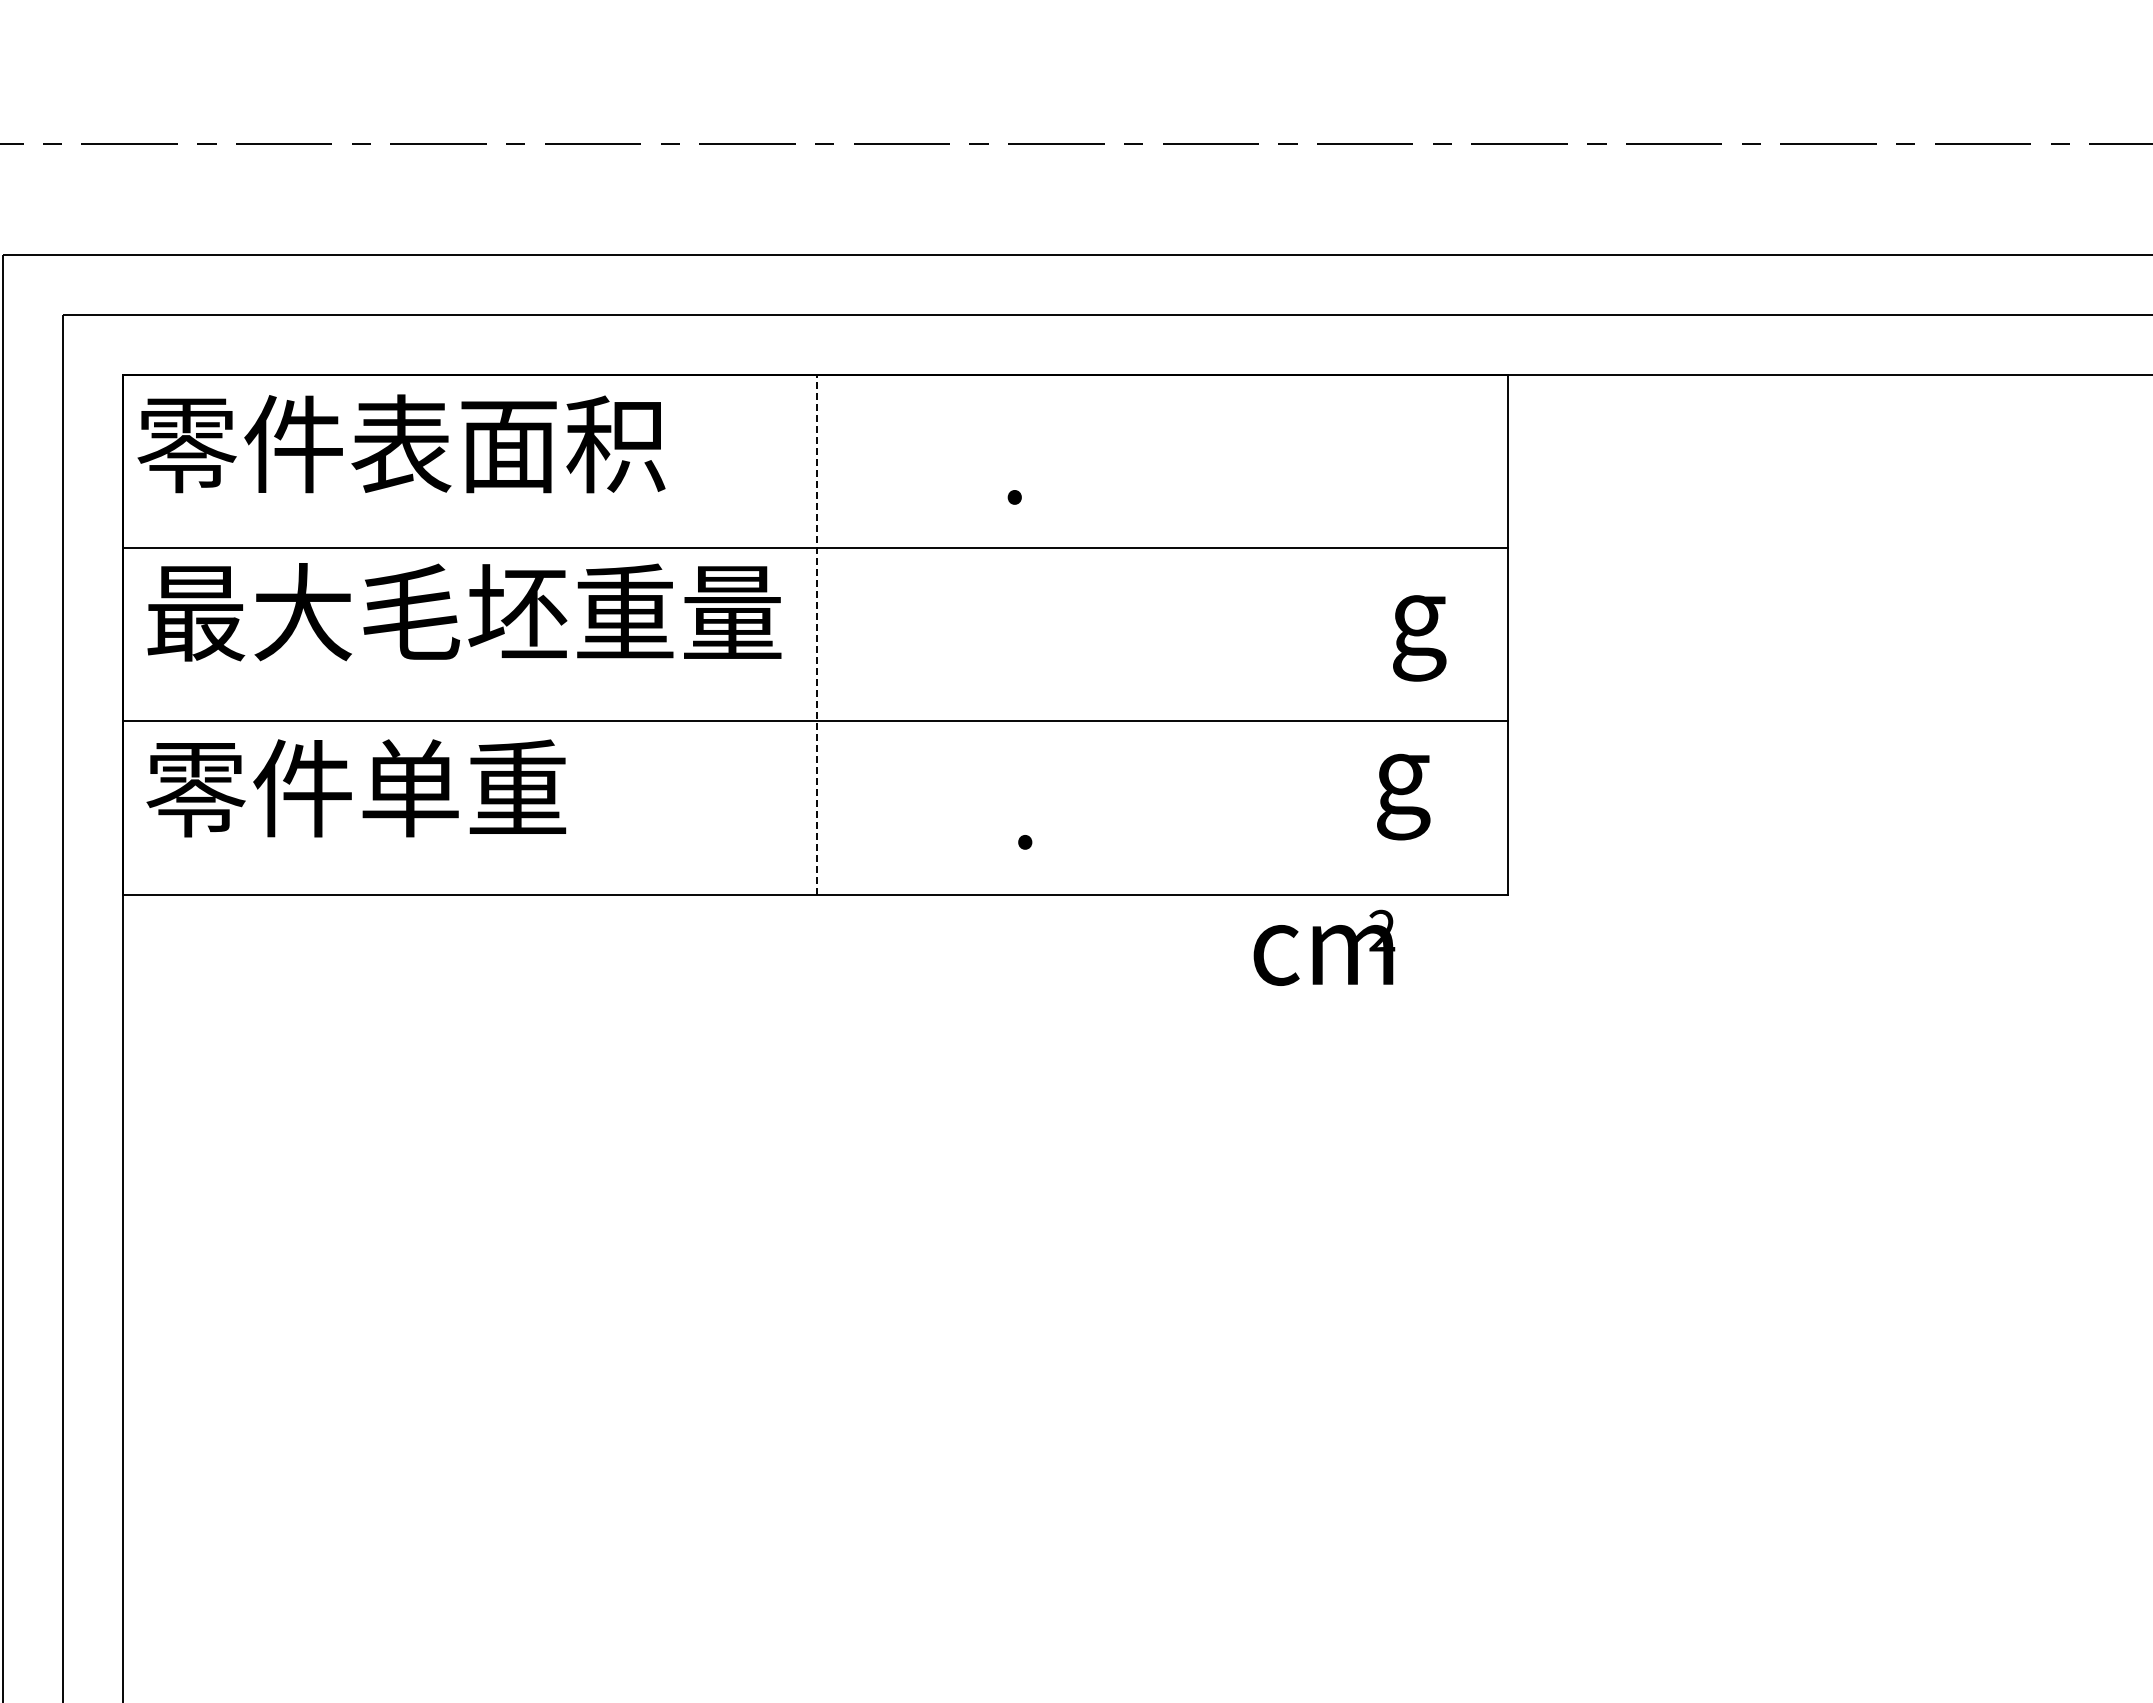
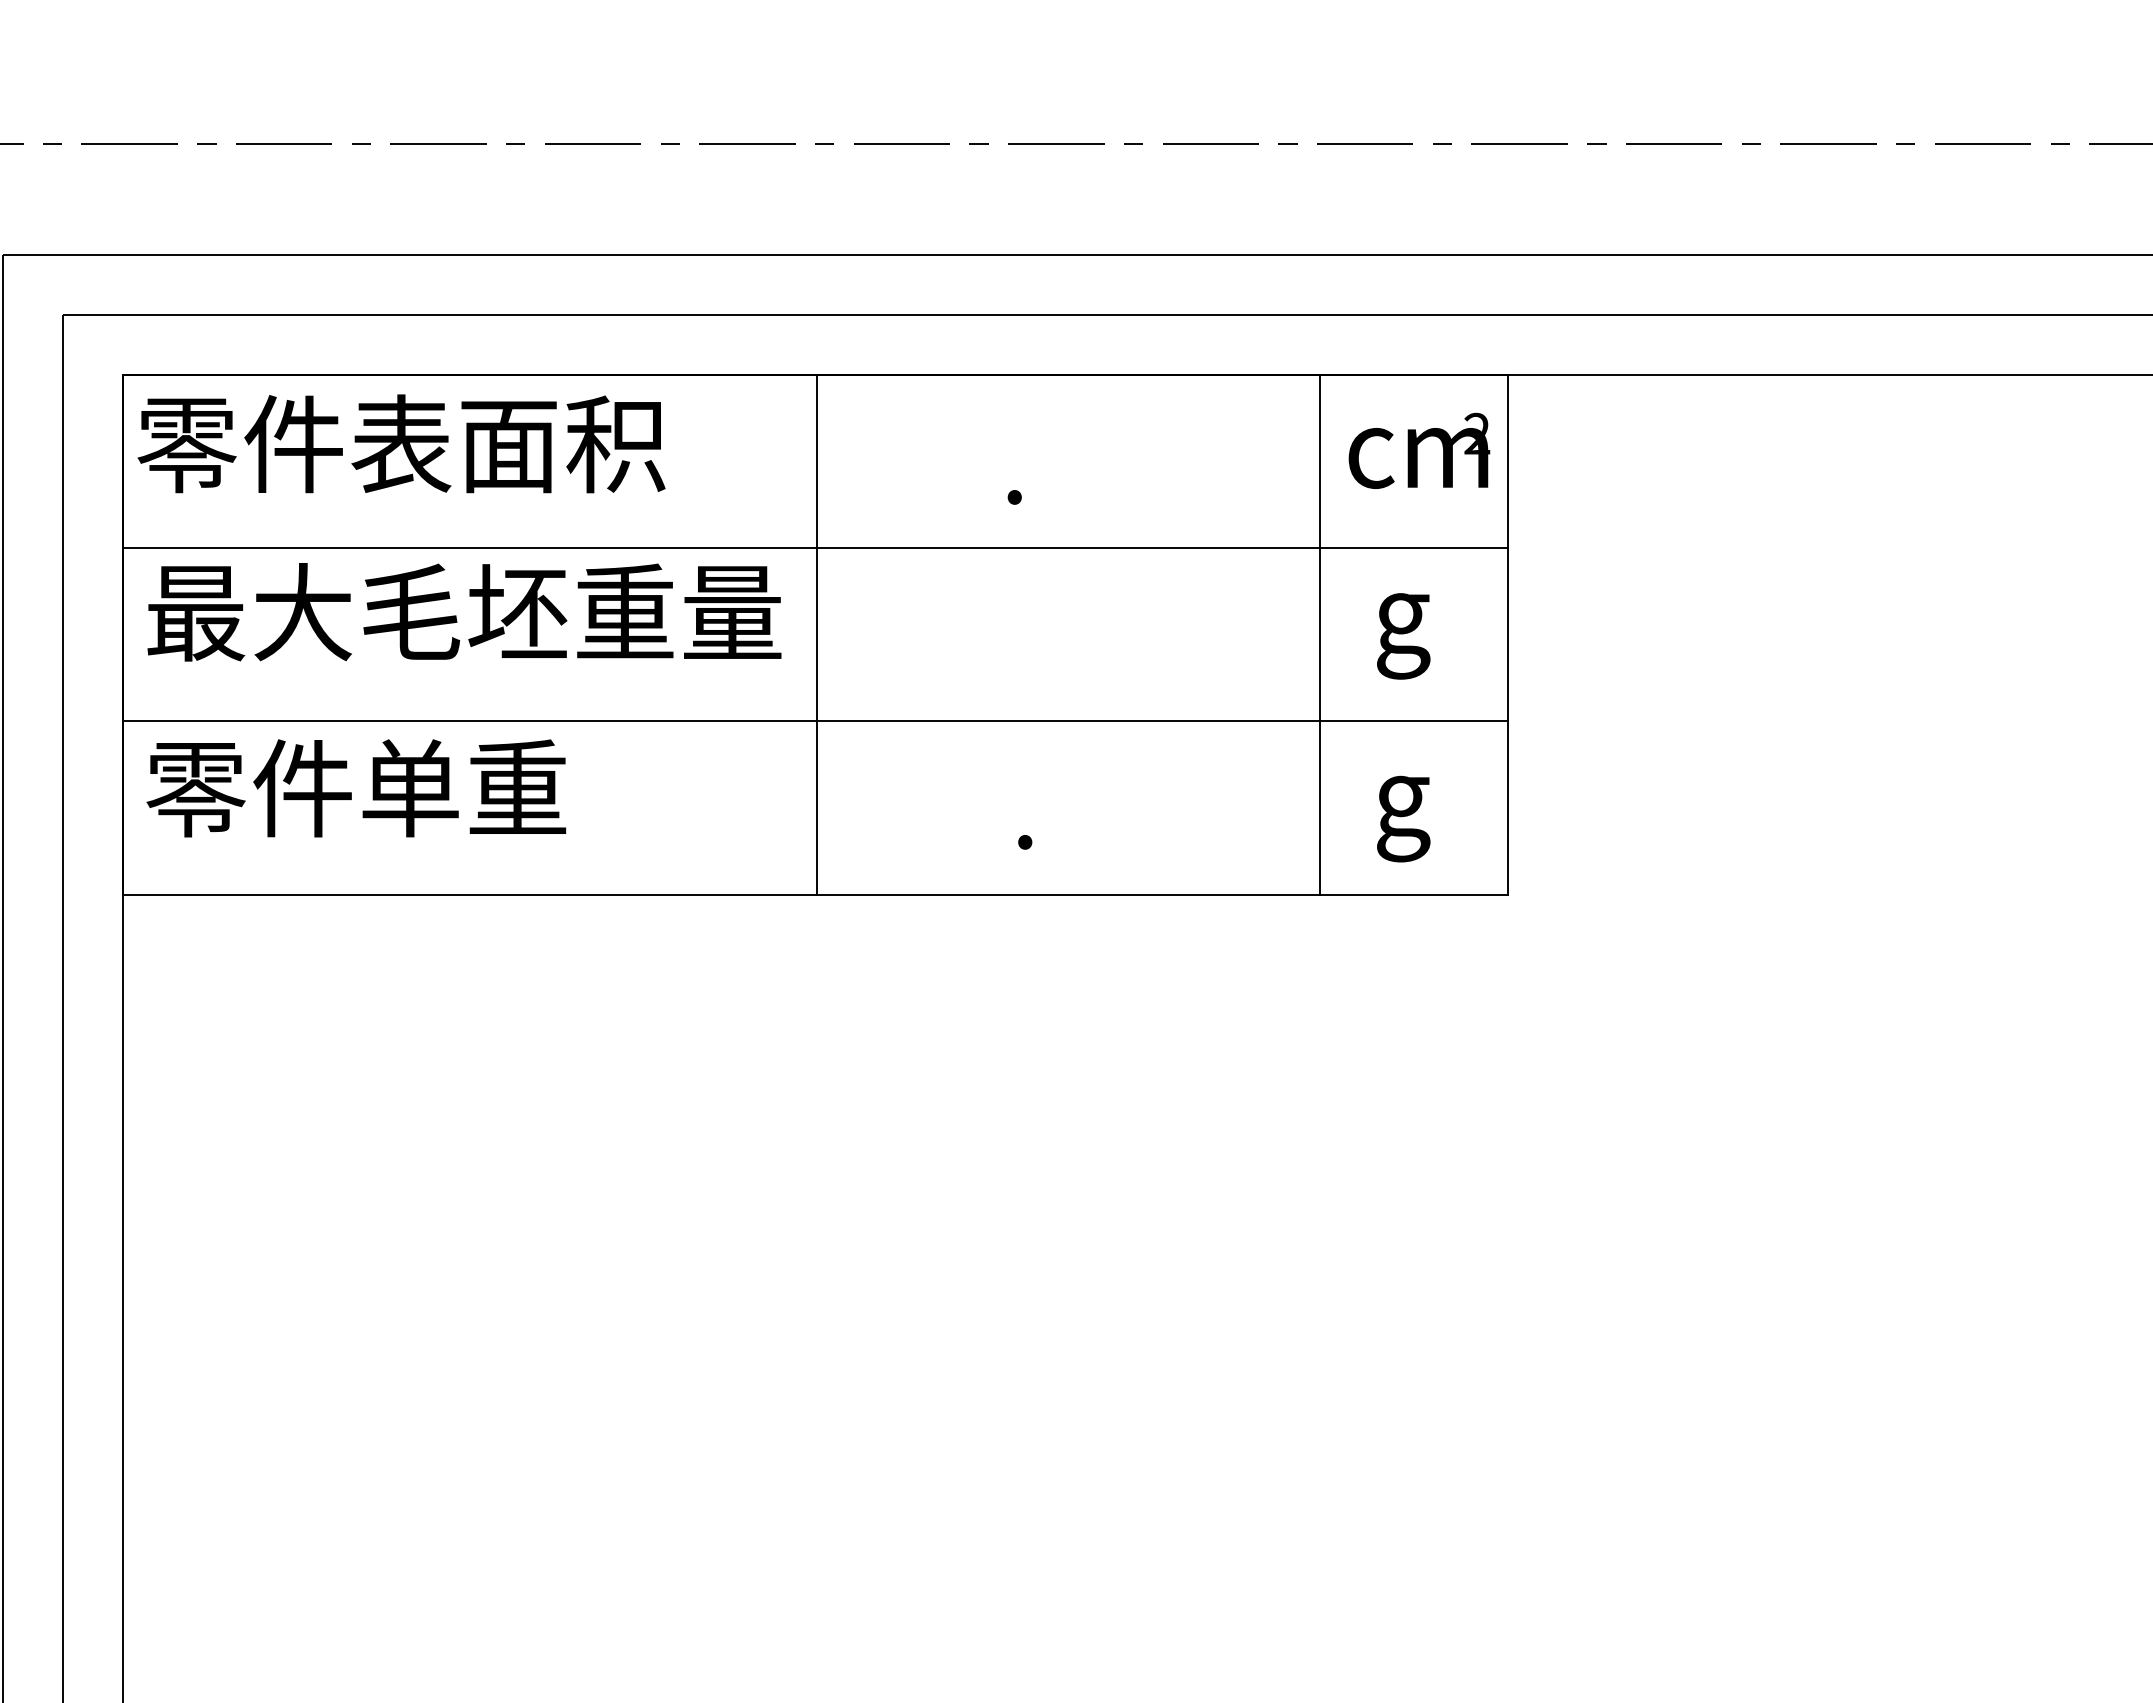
line at (816, 634): dashed -> solid
line at (1320, 634): none -> present
text at (1419, 638) position: (1419, 638) -> (1403, 636)
text at (1403, 796) position: (1403, 796) -> (1403, 818)
text at (1324, 947) position: (1324, 947) -> (1419, 450)
